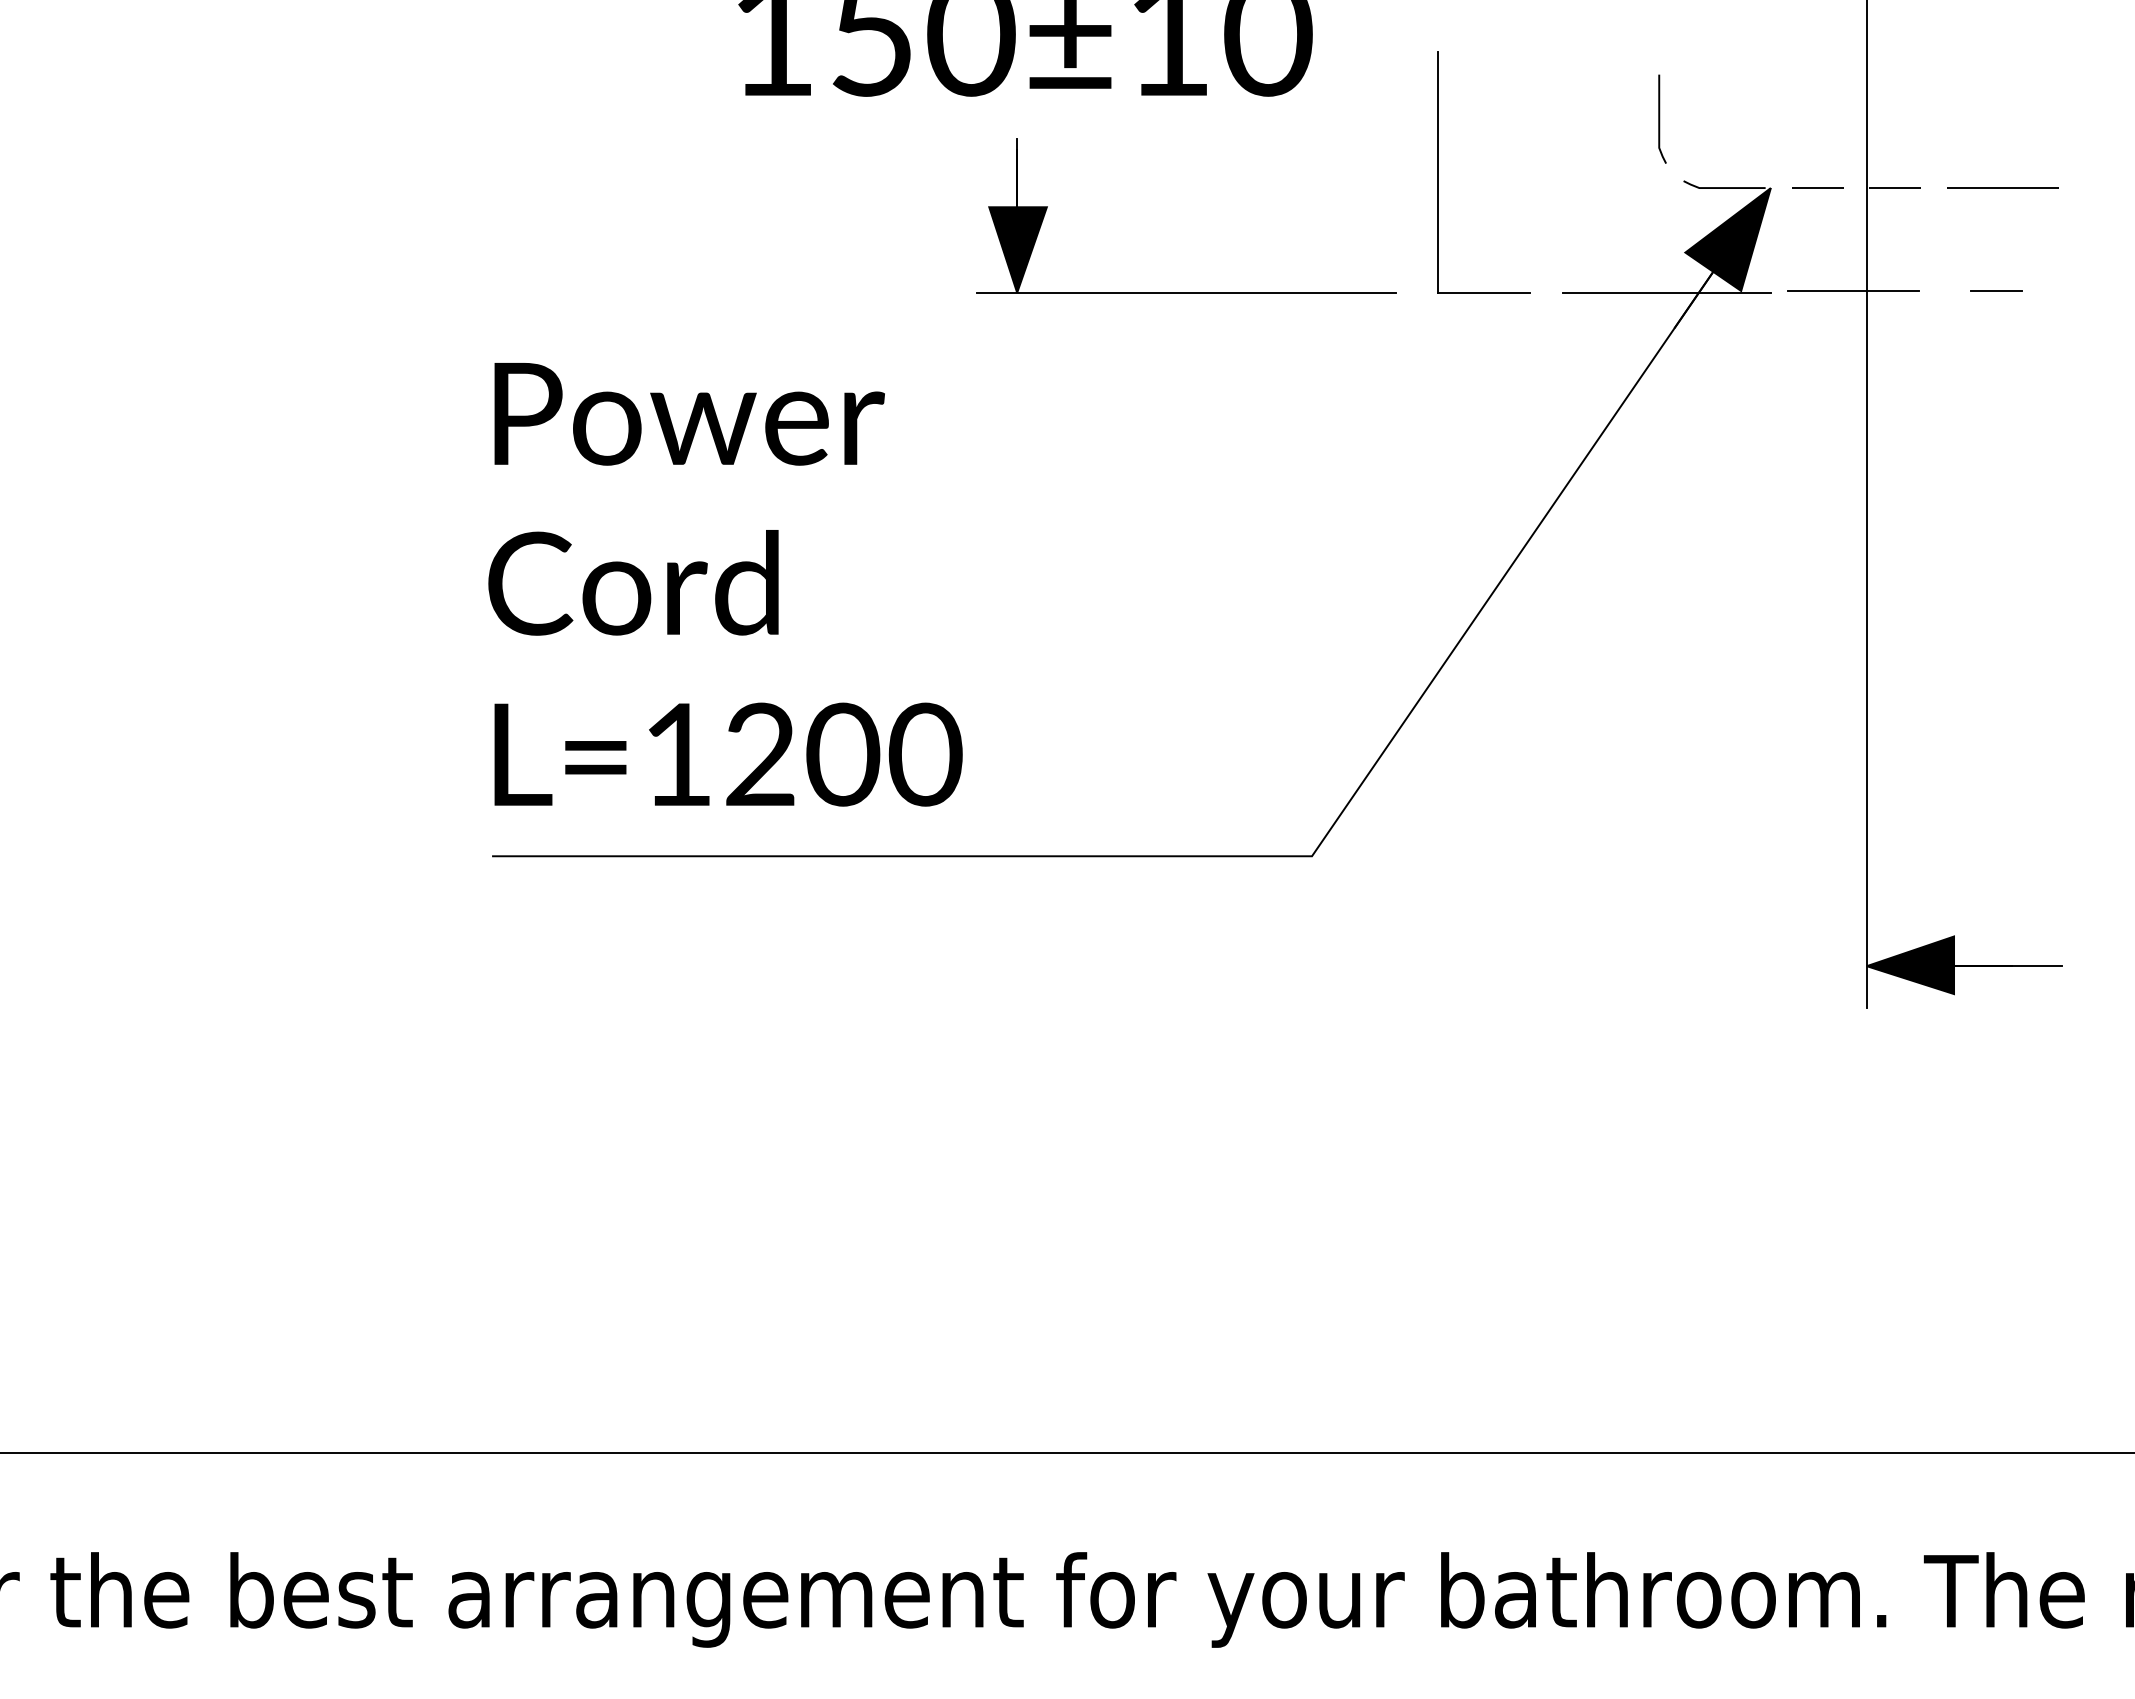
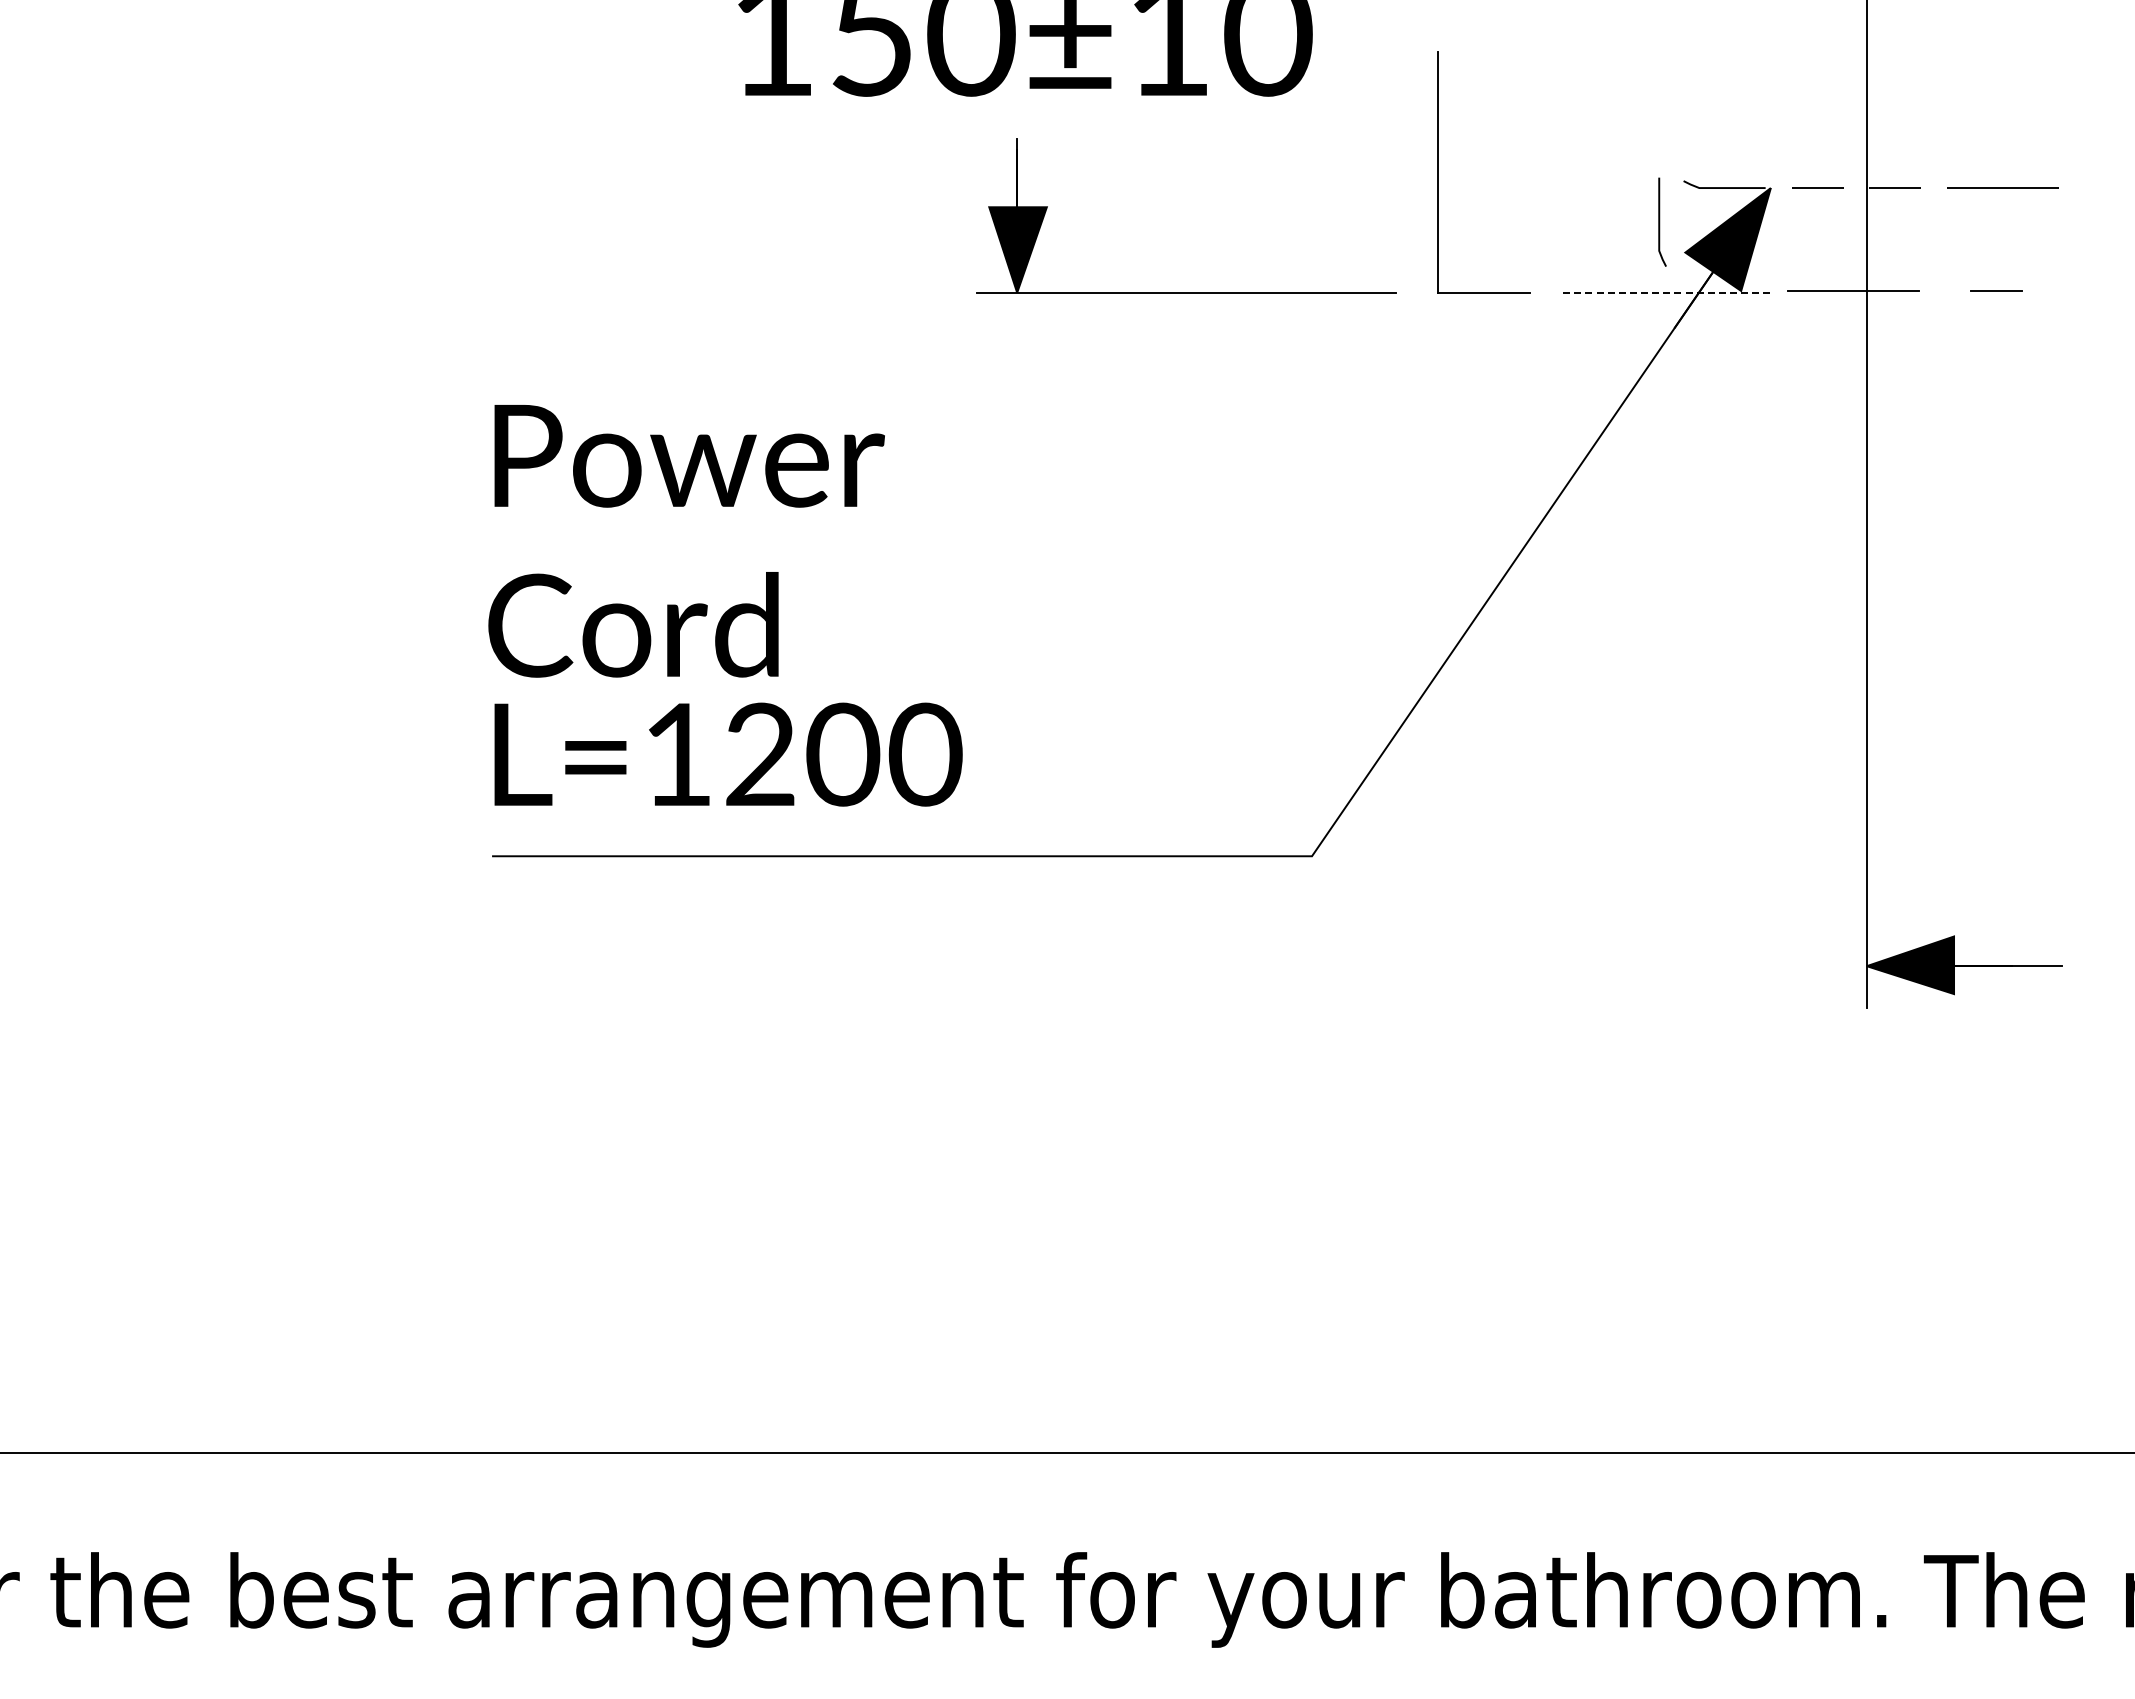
curve at (1660, 118) position: (1660, 118) -> (1660, 221)
line at (1667, 292): solid -> dashed
text at (686, 499) position: (686, 499) -> (686, 541)
